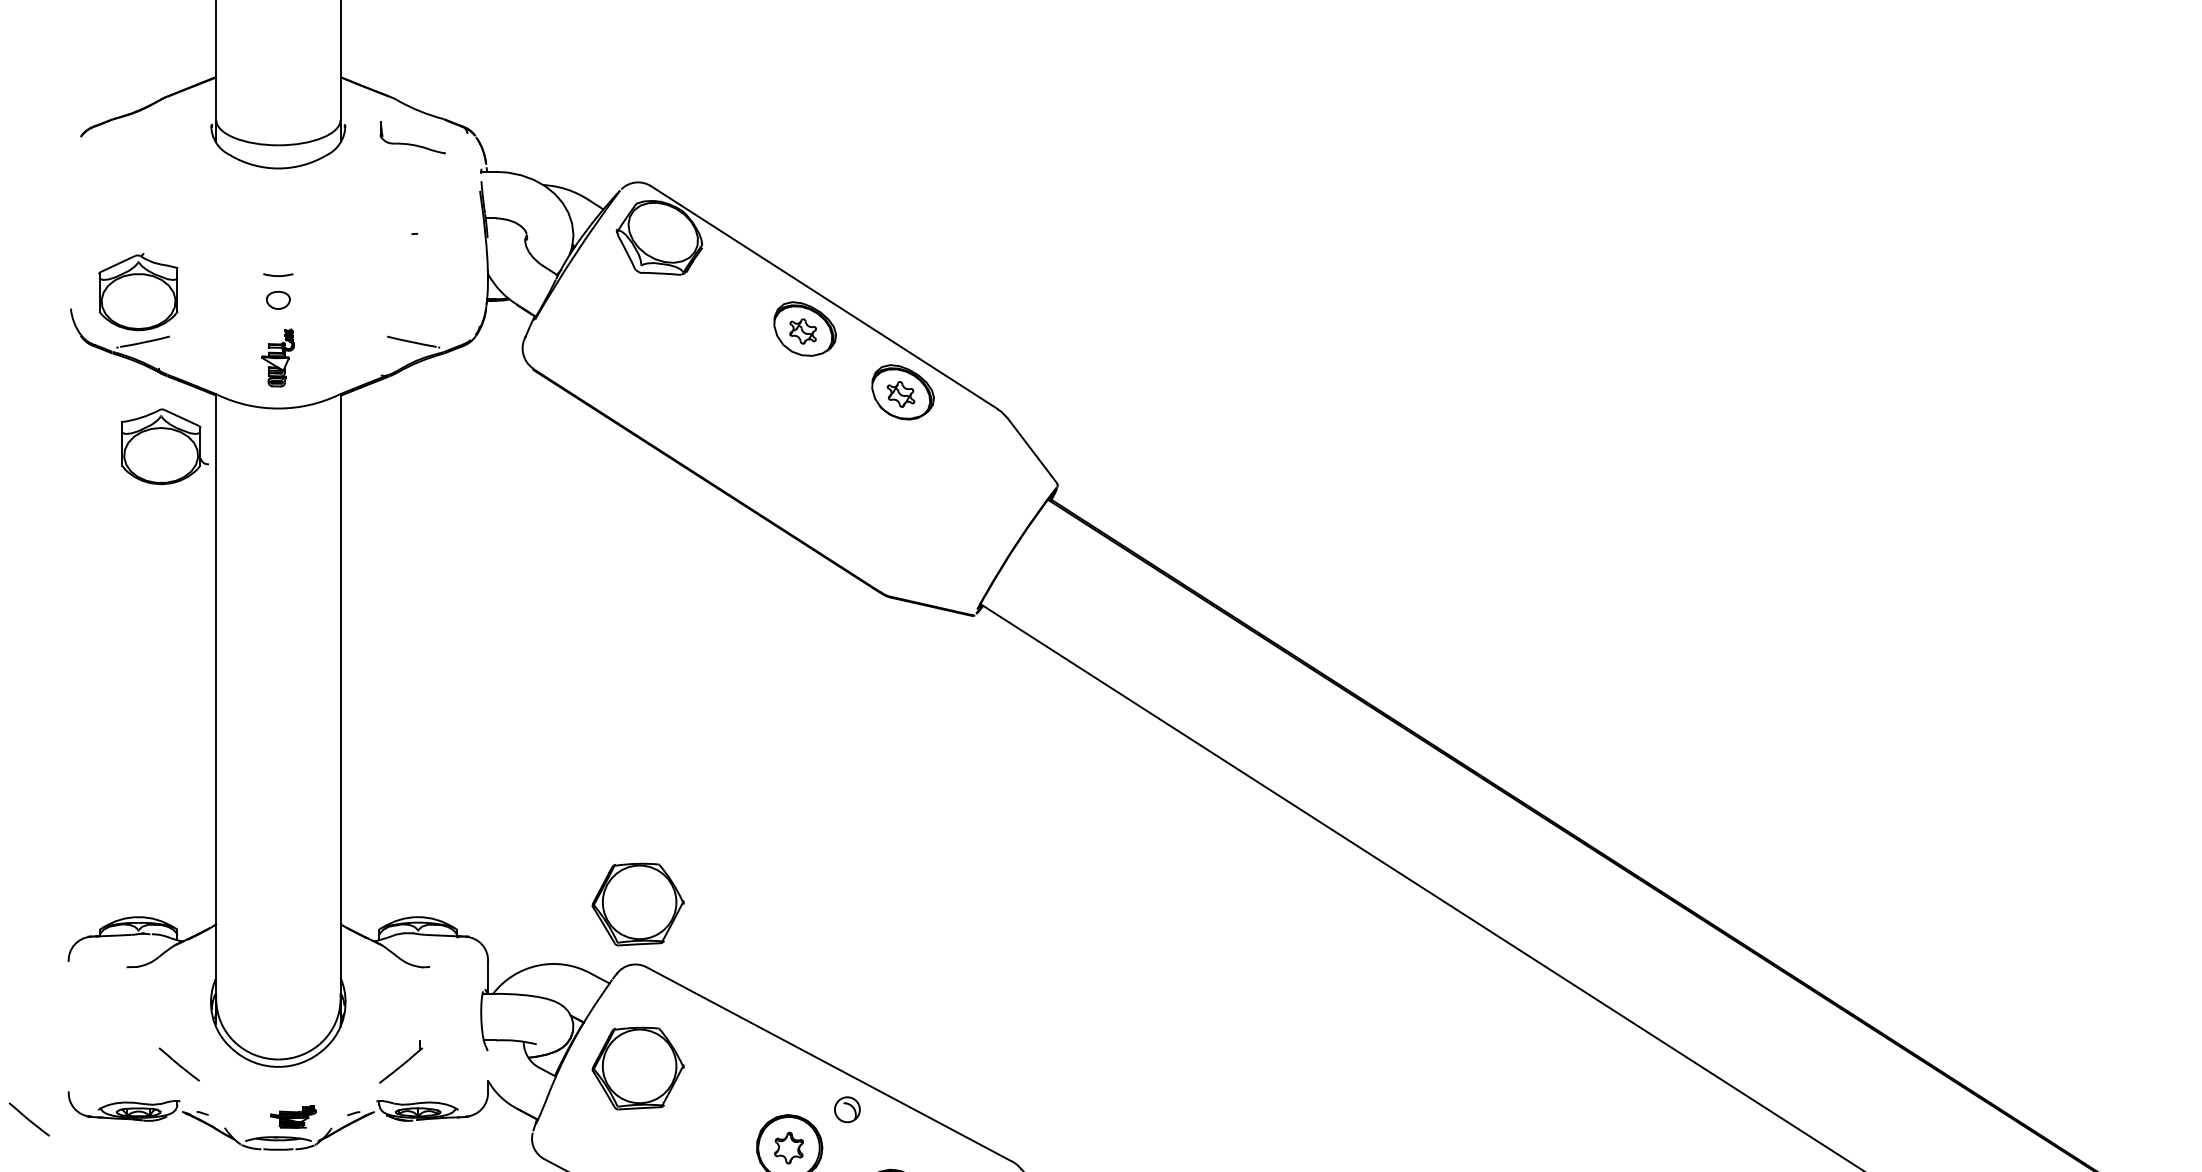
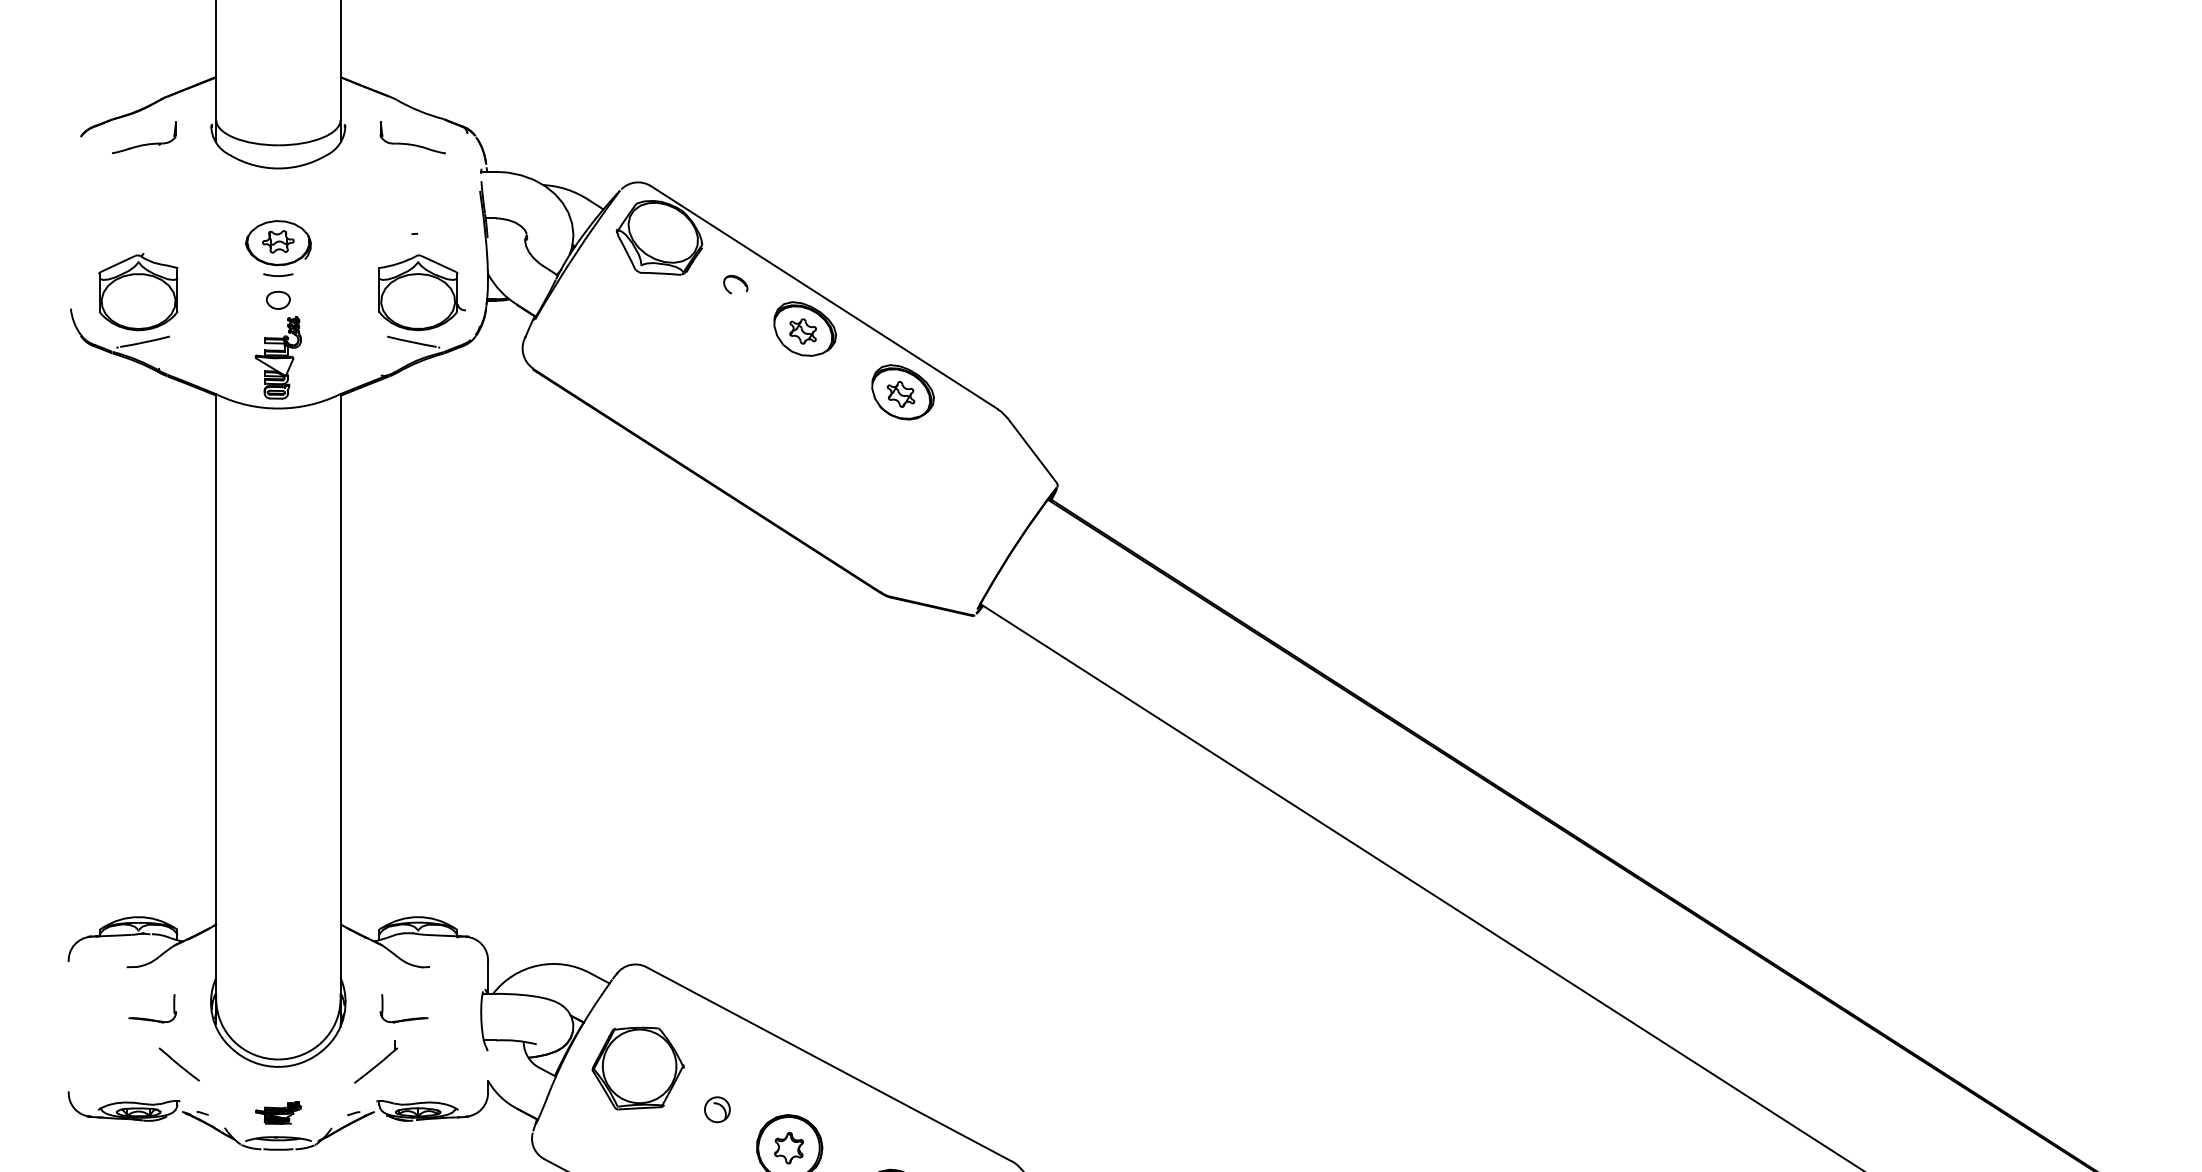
part at (146, 143): none -> present
part at (278, 243): none -> present
part at (735, 284): none -> present
part at (277, 357) size: 34x60 px -> 48x84 px
part at (164, 446) position: (164, 446) -> (421, 292)
part at (637, 904): present -> none
part at (149, 1018): none -> present
part at (407, 1018): none -> present
part at (400, 1061) position: (400, 1061) -> (375, 1061)
part at (847, 1109) position: (847, 1109) -> (717, 1109)
part at (293, 1116) position: (293, 1116) -> (278, 1112)
line at (28, 1119): present -> none
